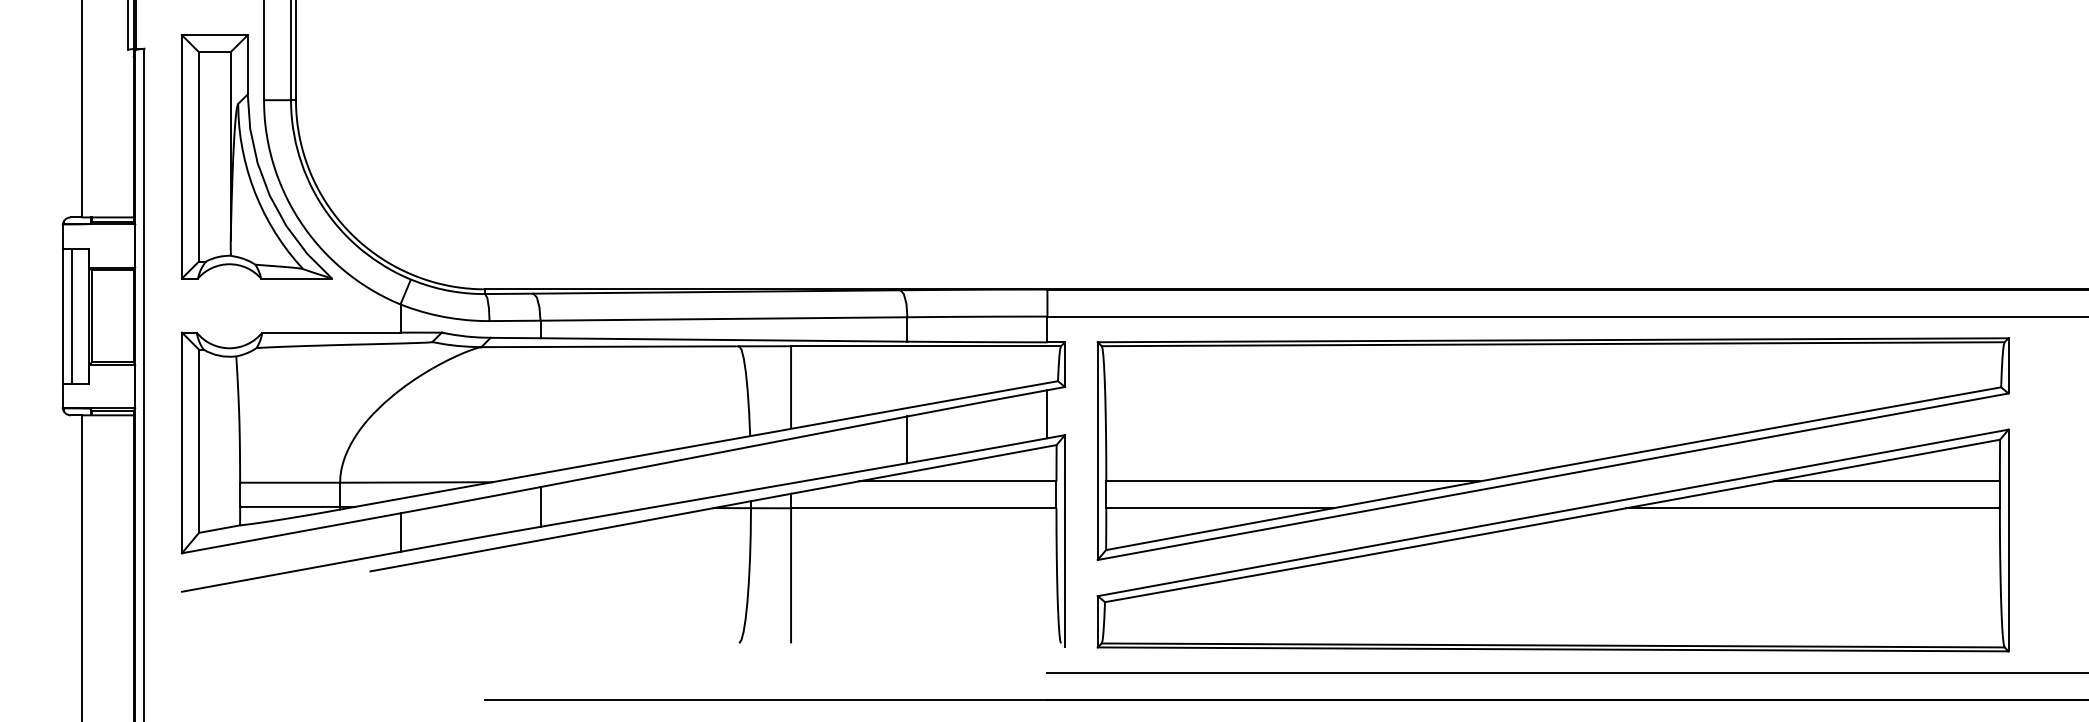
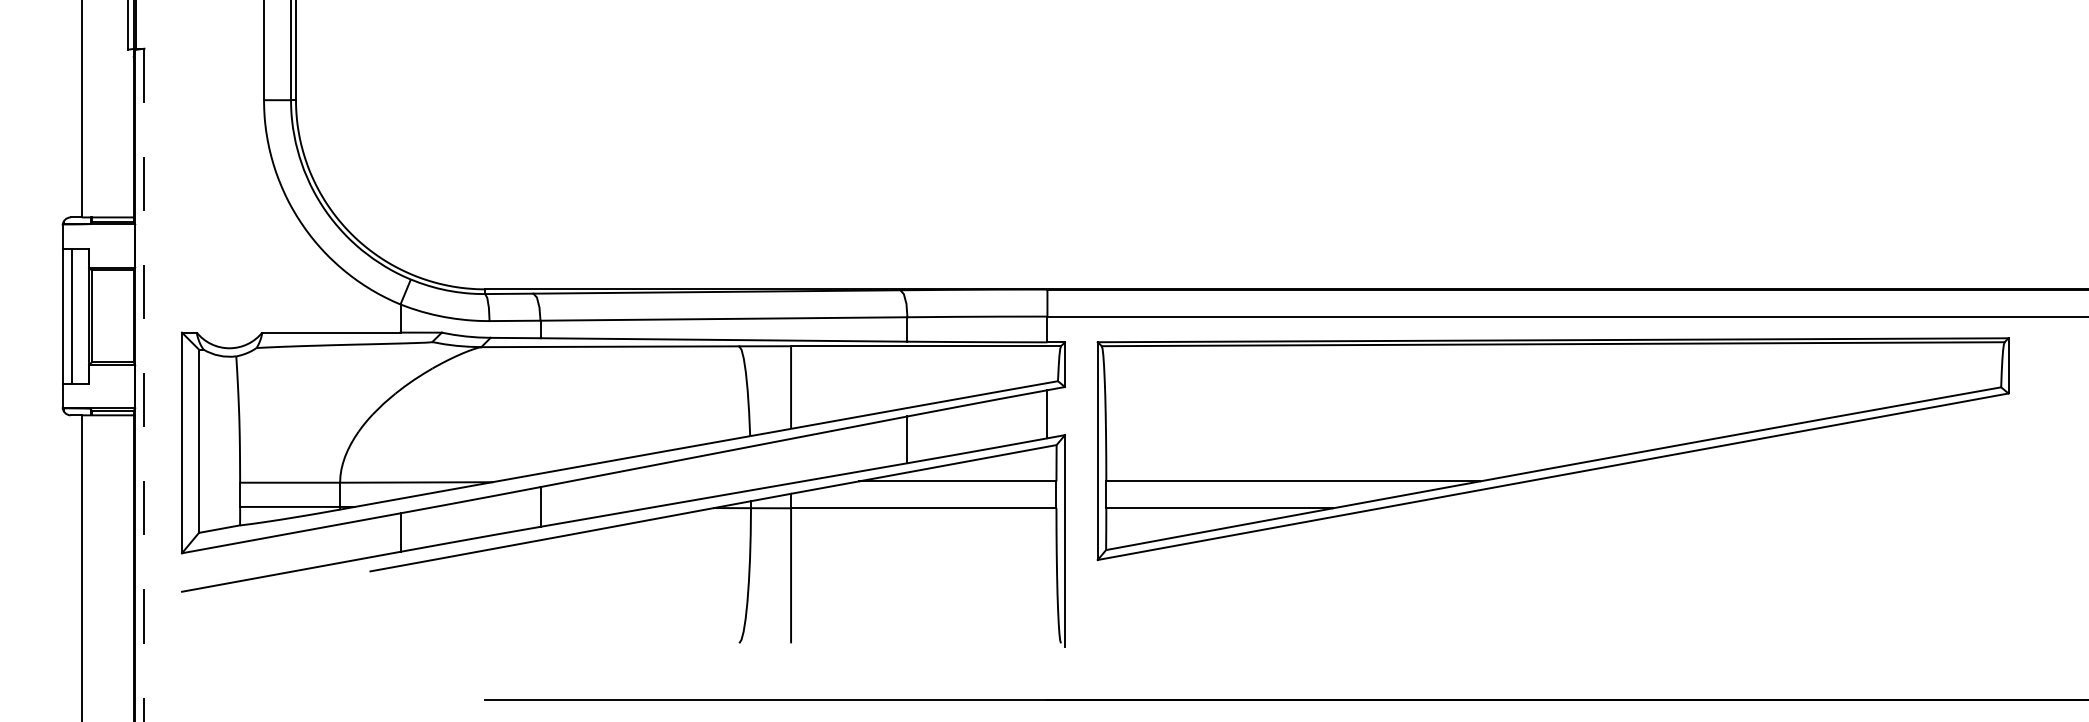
part at (256, 156): present -> none
line at (144, 385): solid -> dashed
part at (1552, 540): present -> none
line at (1566, 673): present -> none
